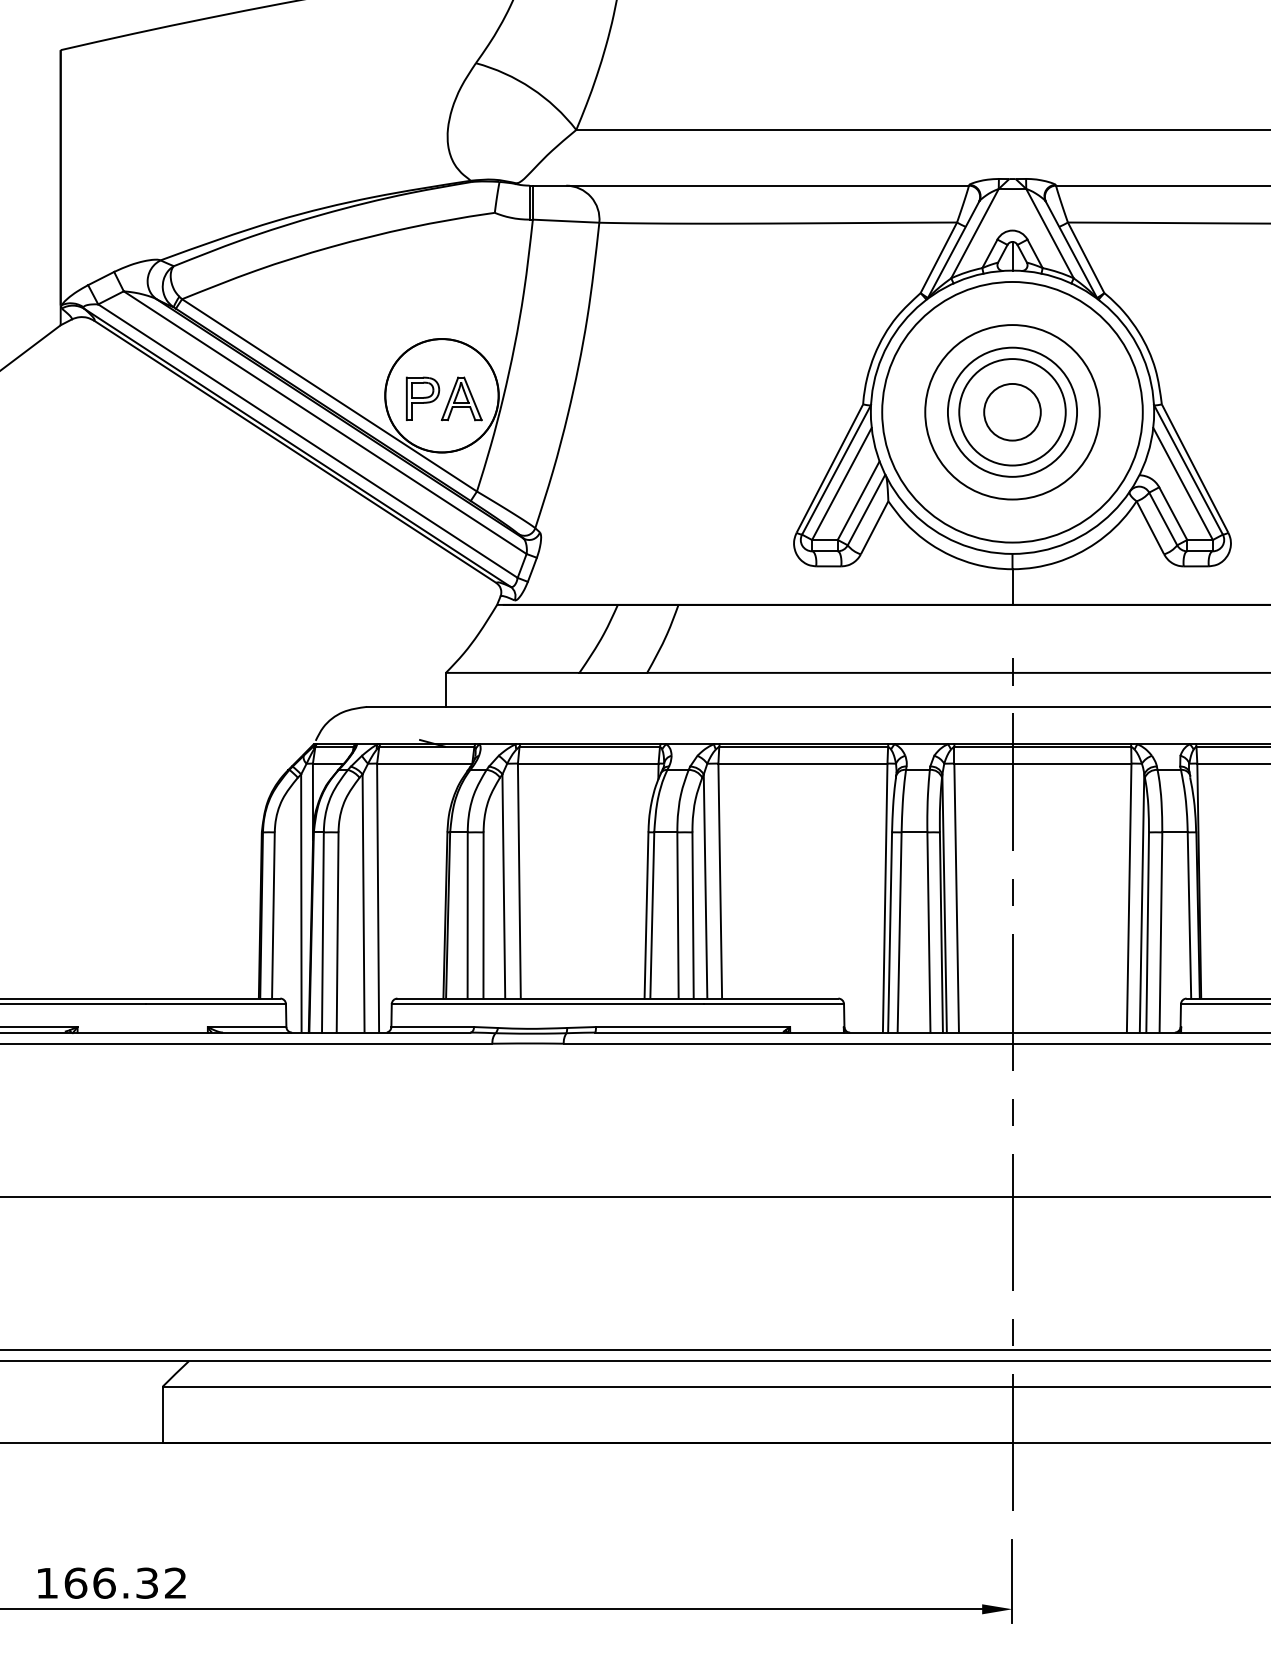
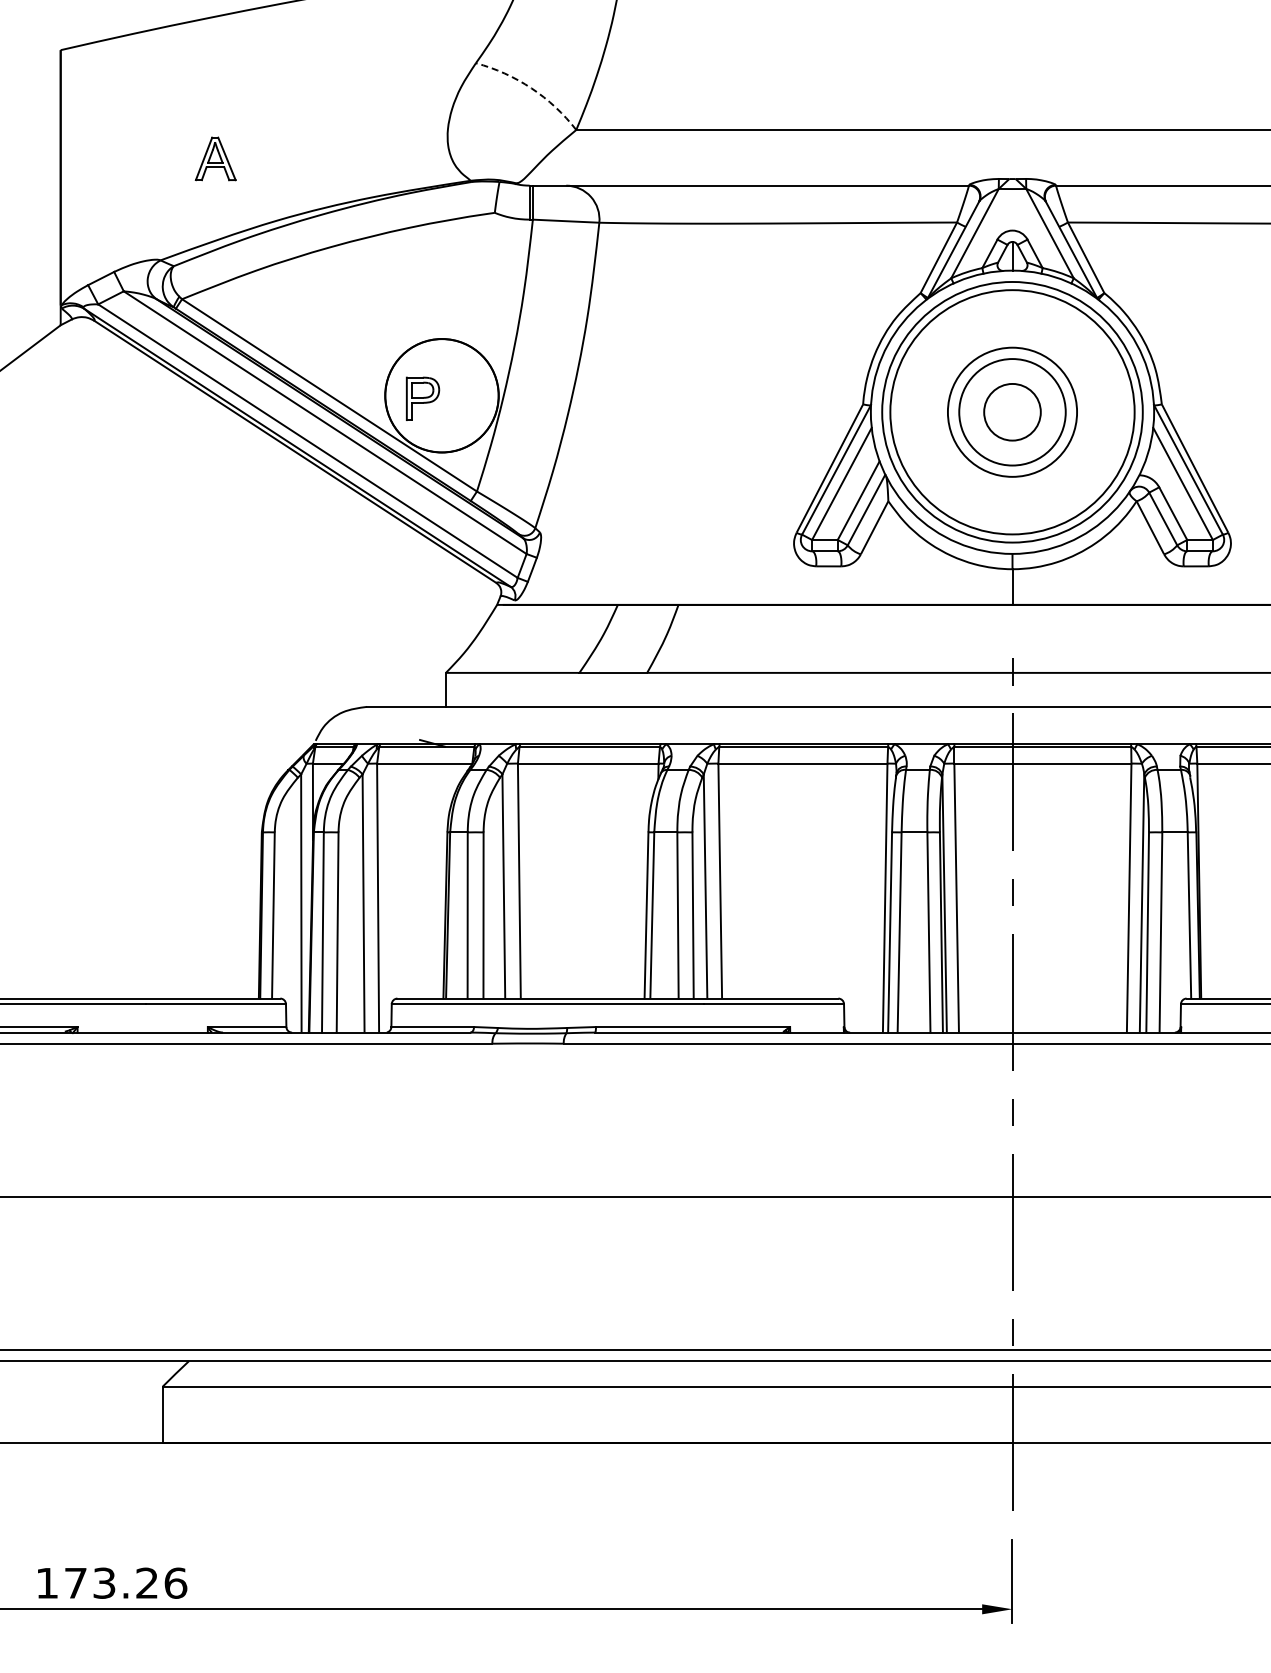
arc at (531, 88): solid -> dashed
part at (461, 398) position: (461, 398) -> (215, 158)
circle at (1012, 412) diameter: 174 px -> 244 px
text at (125, 1582): 166.32 -> 173.26
